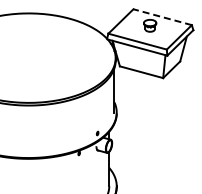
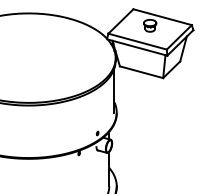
line at (162, 17): dashed -> solid
